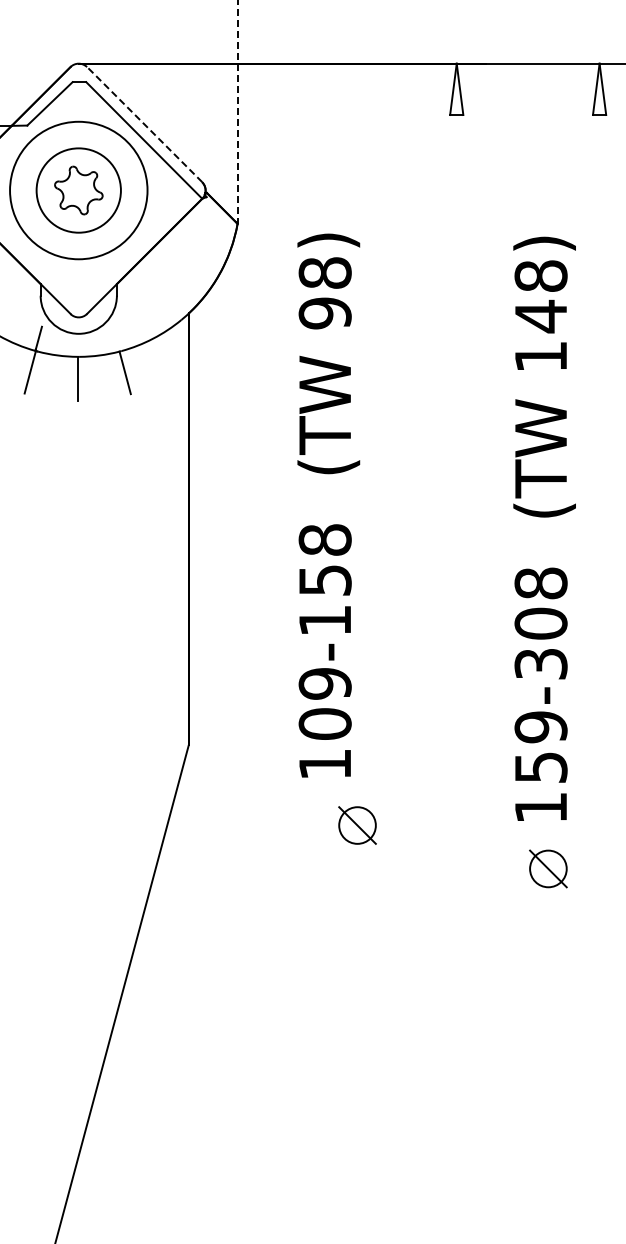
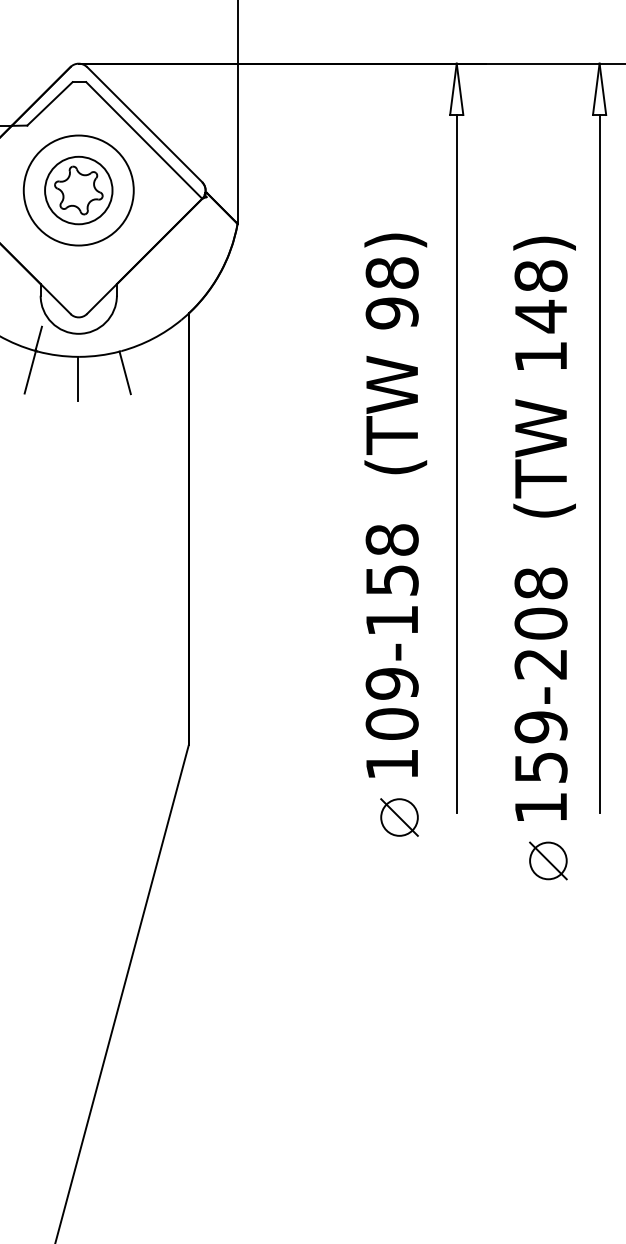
line at (237, 112): dashed -> solid
line at (144, 124): dashed -> solid
circle at (78, 190) diameter: 137 px -> 110 px
circle at (78, 190) diameter: 84 px -> 67 px
line at (456, 464): none -> present
line at (599, 464): none -> present
text at (328, 505) position: (328, 505) -> (395, 505)
text at (540, 664): 159-308 -> 159-208
part at (357, 825) position: (357, 825) -> (399, 817)
part at (548, 868) position: (548, 868) -> (548, 860)
